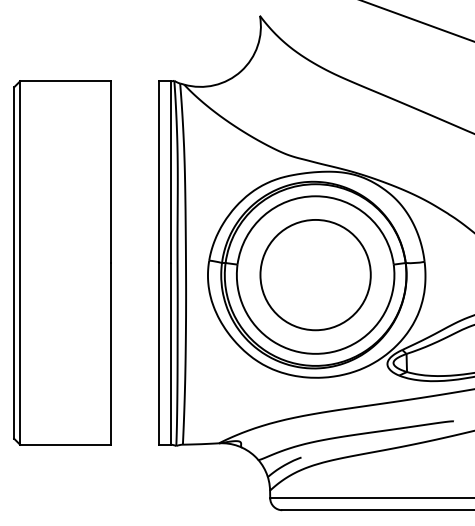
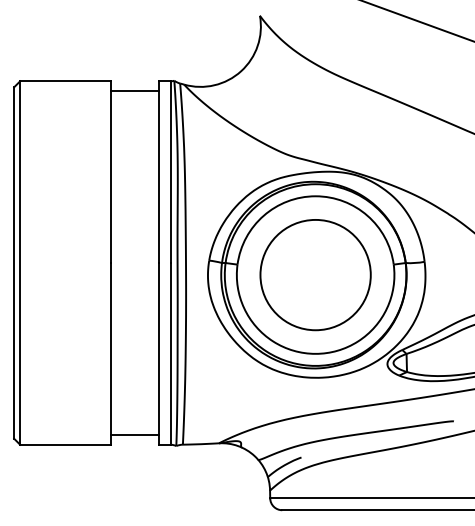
line at (134, 90): none -> present
line at (134, 435): none -> present
